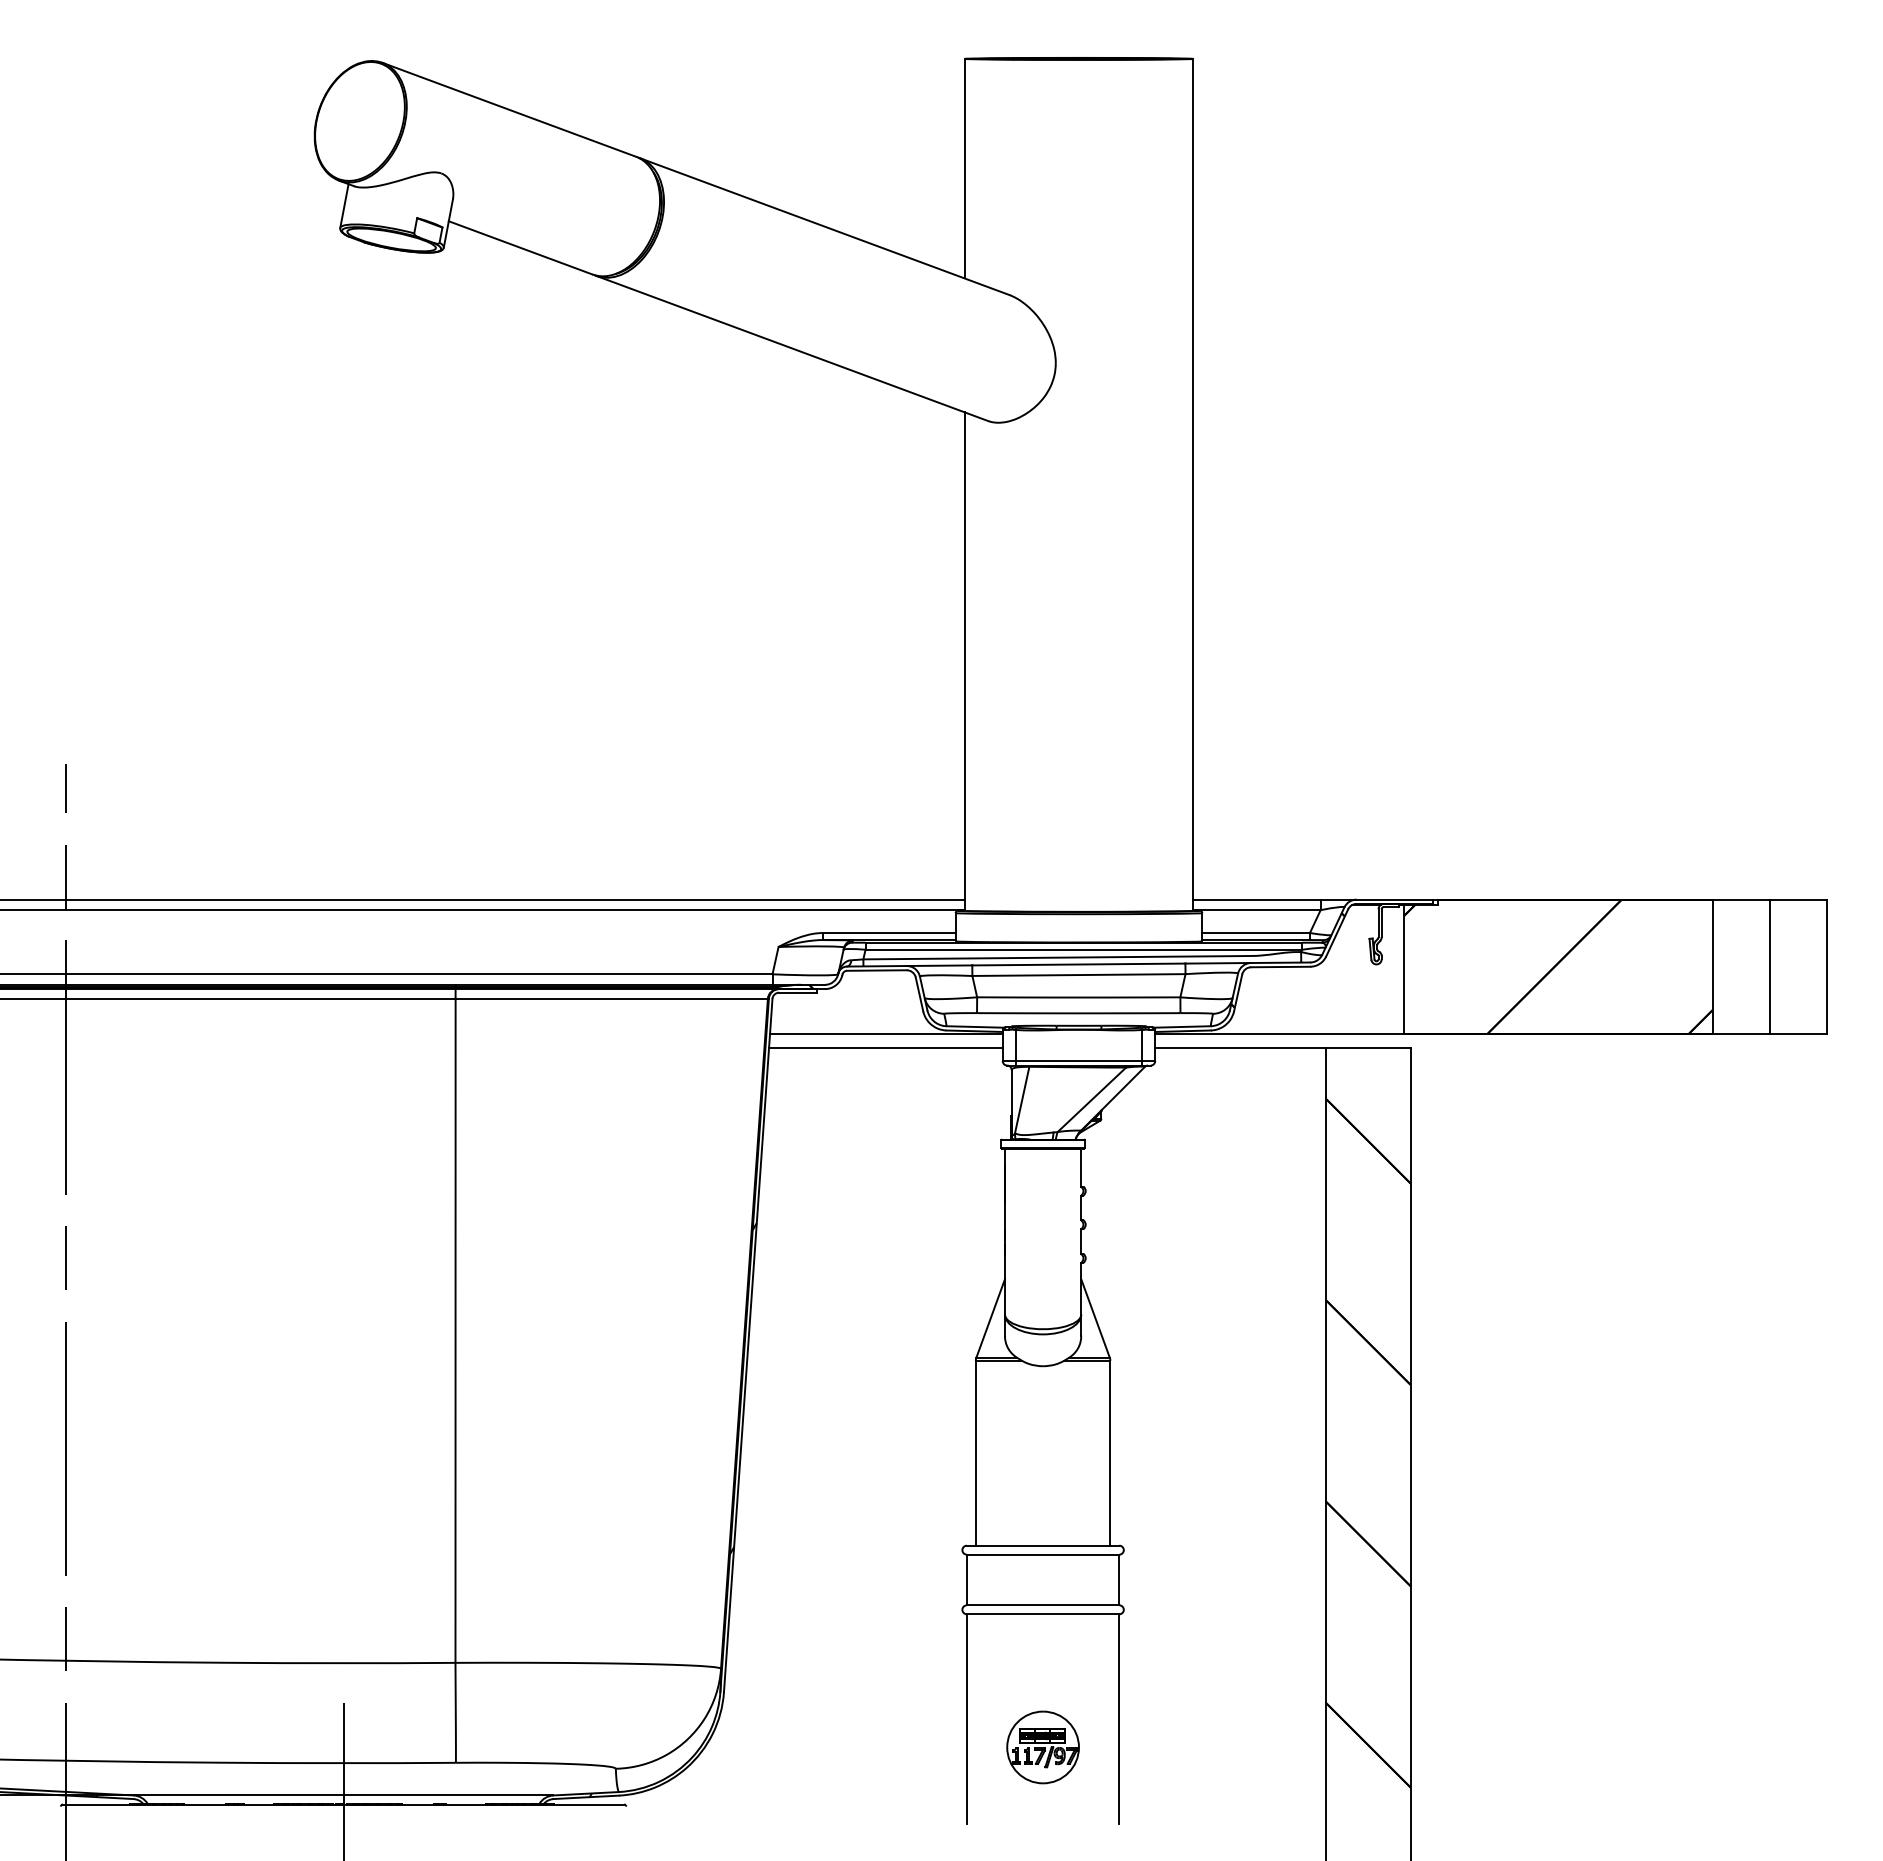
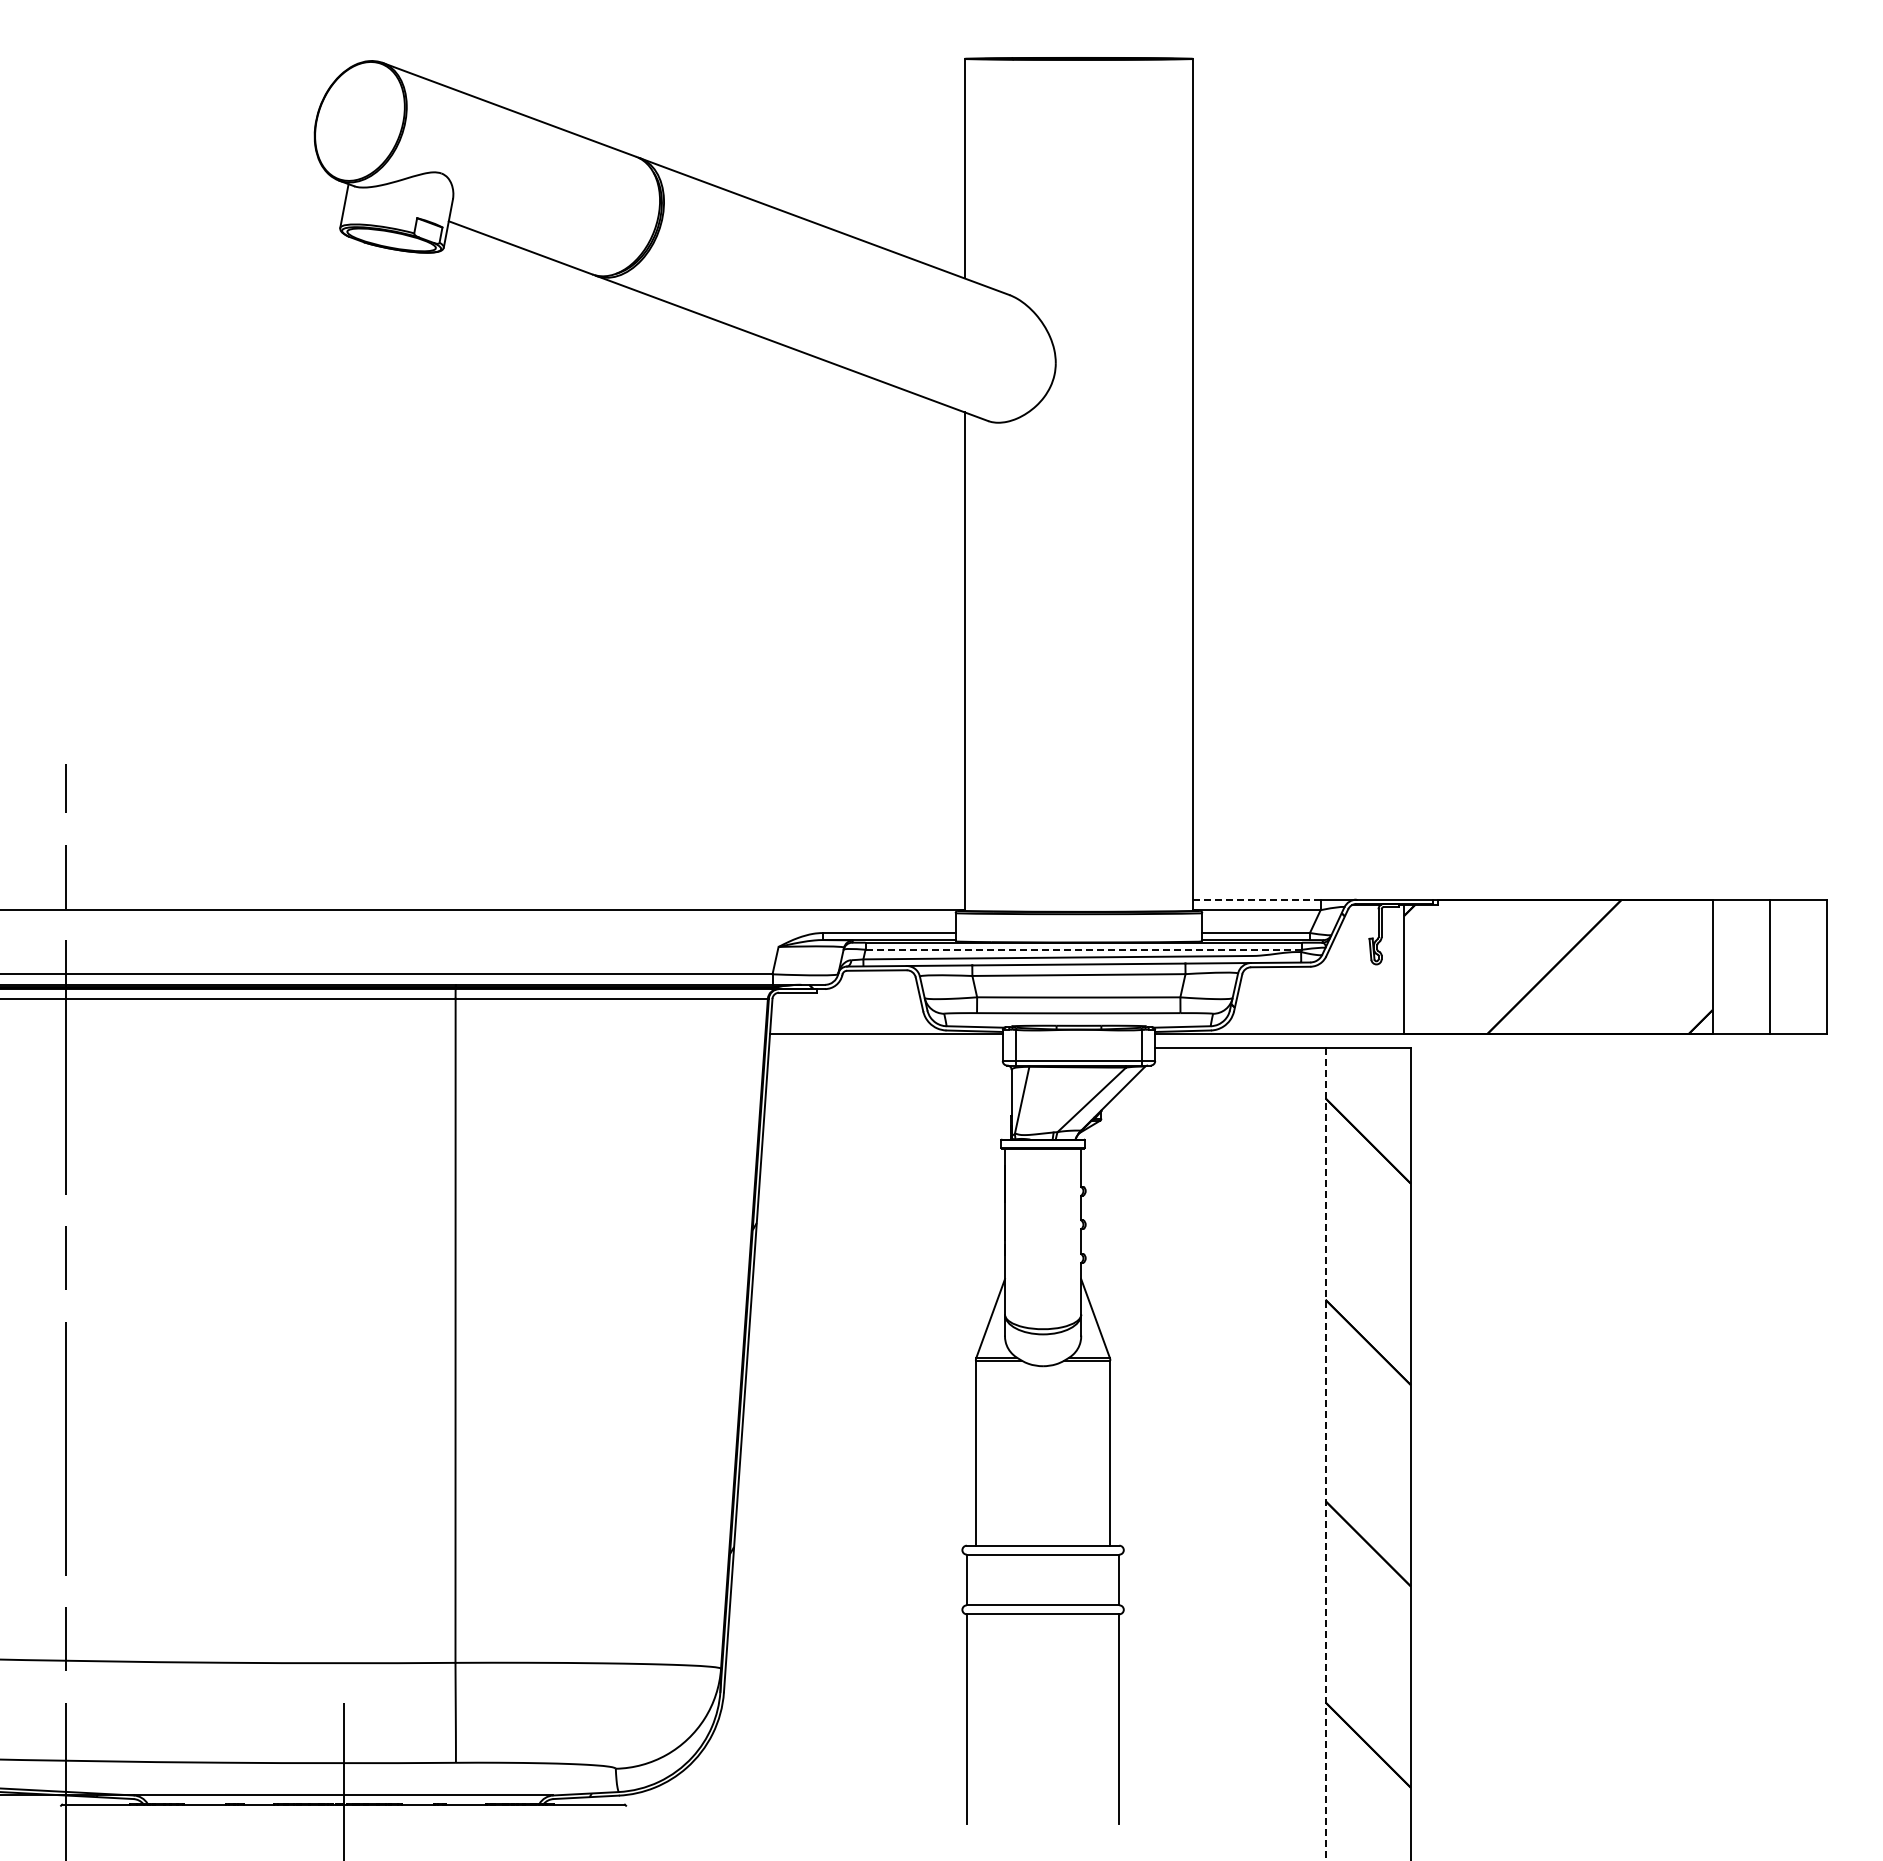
line at (483, 899): present -> none
line at (1256, 899): solid -> dashed
line at (1084, 949): solid -> dashed
line at (885, 1047): present -> none
line at (1325, 1454): solid -> dashed
part at (1042, 1747): present -> none
